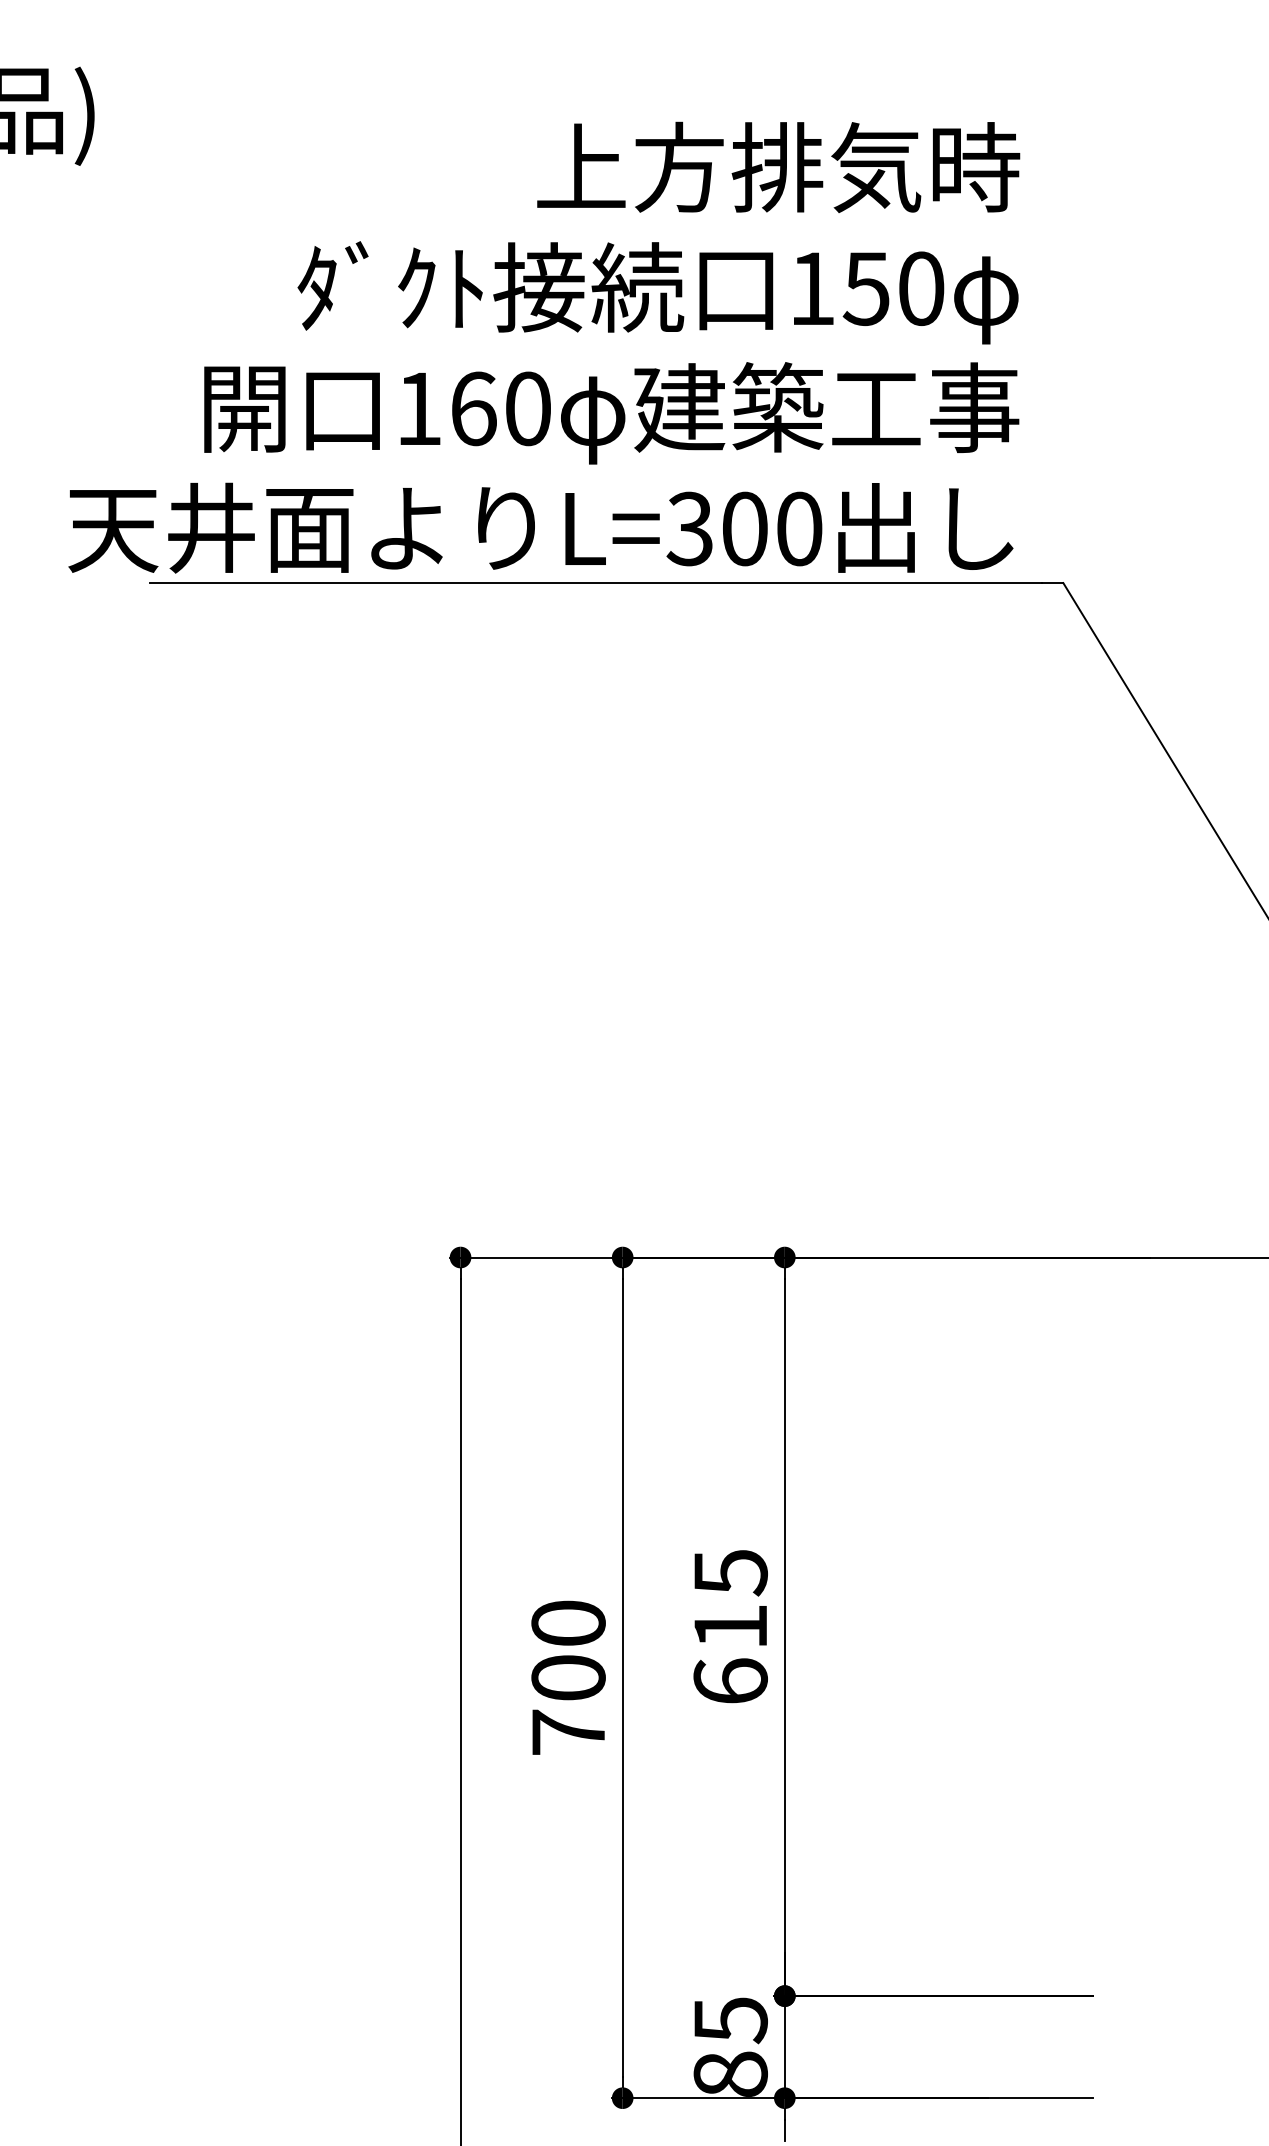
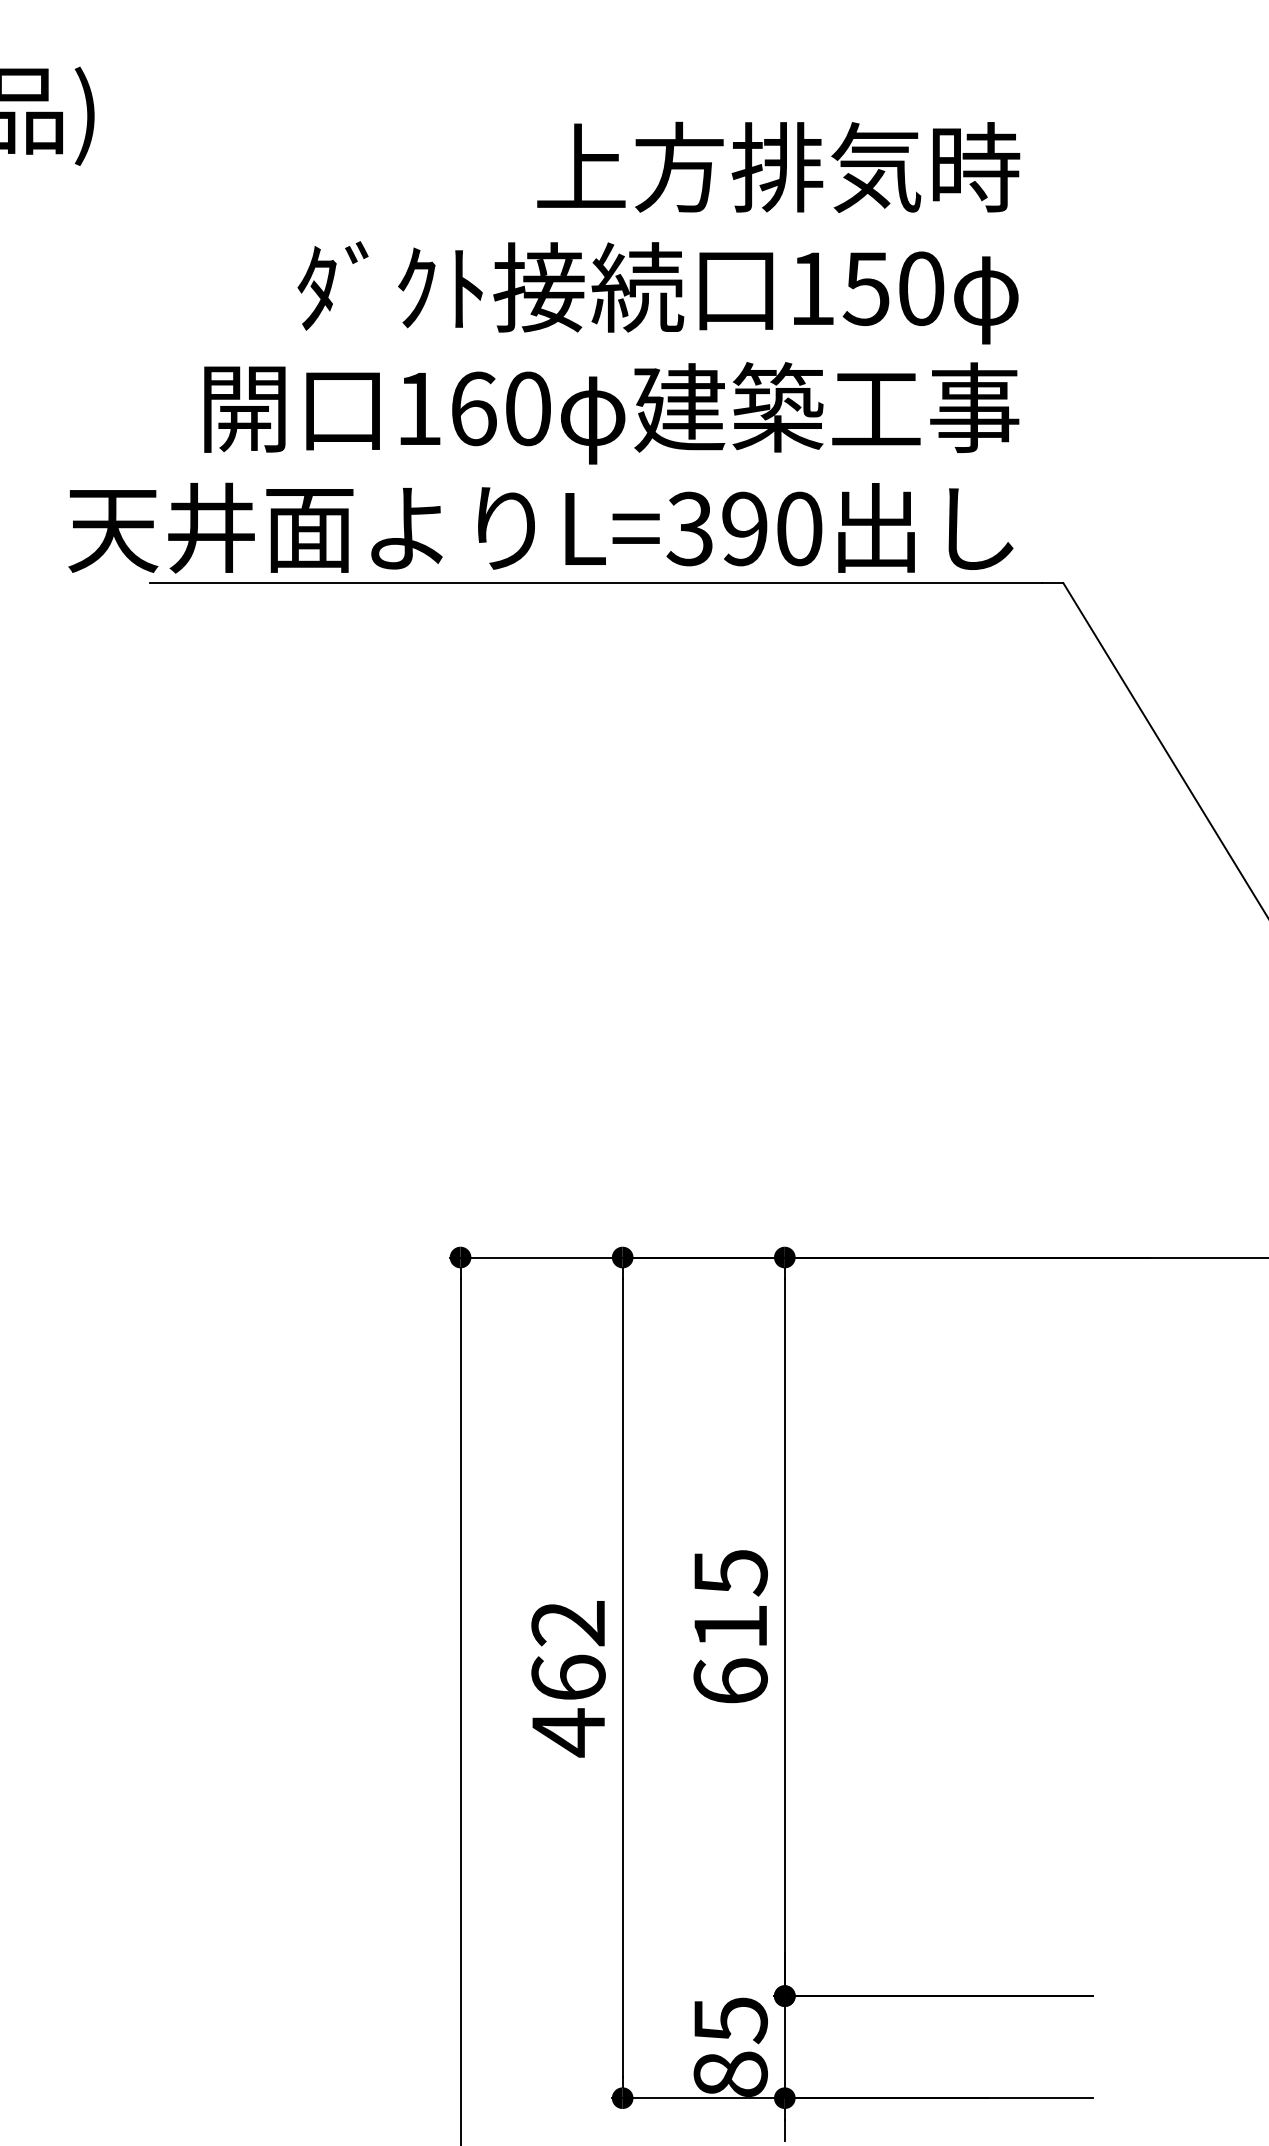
text at (744, 528): L=300 -> L=390
text at (568, 1678): 700 -> 462
